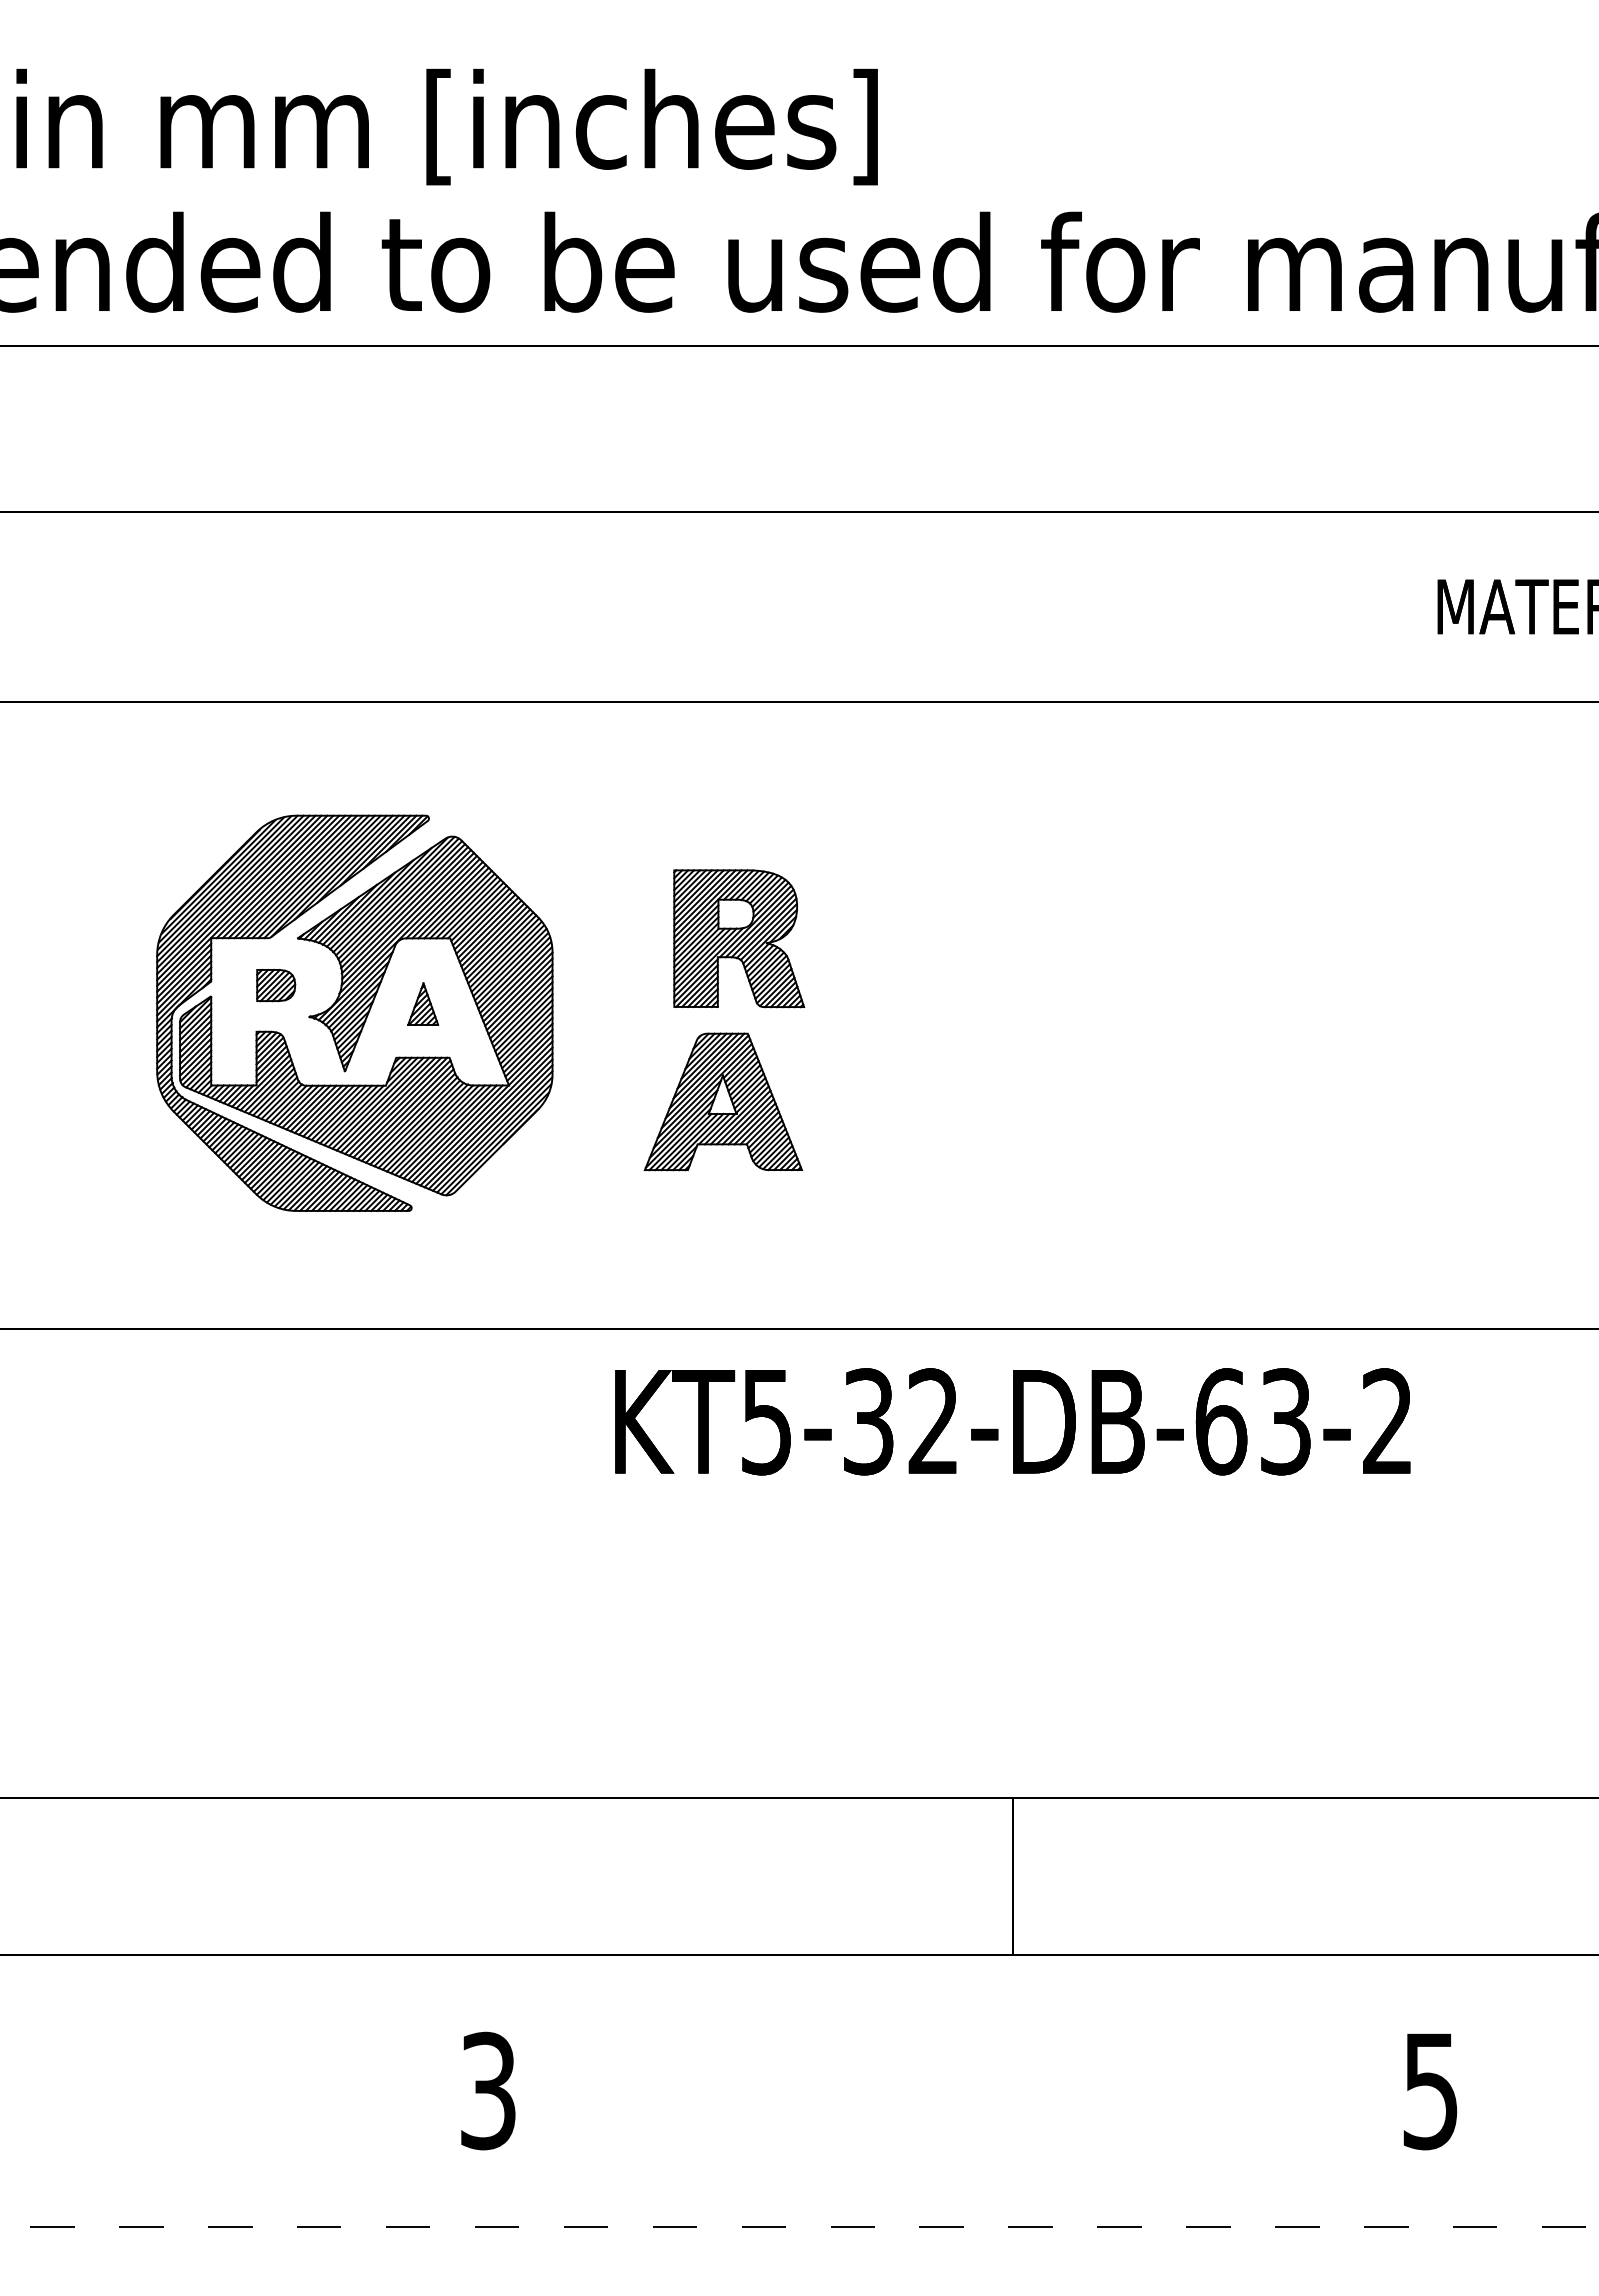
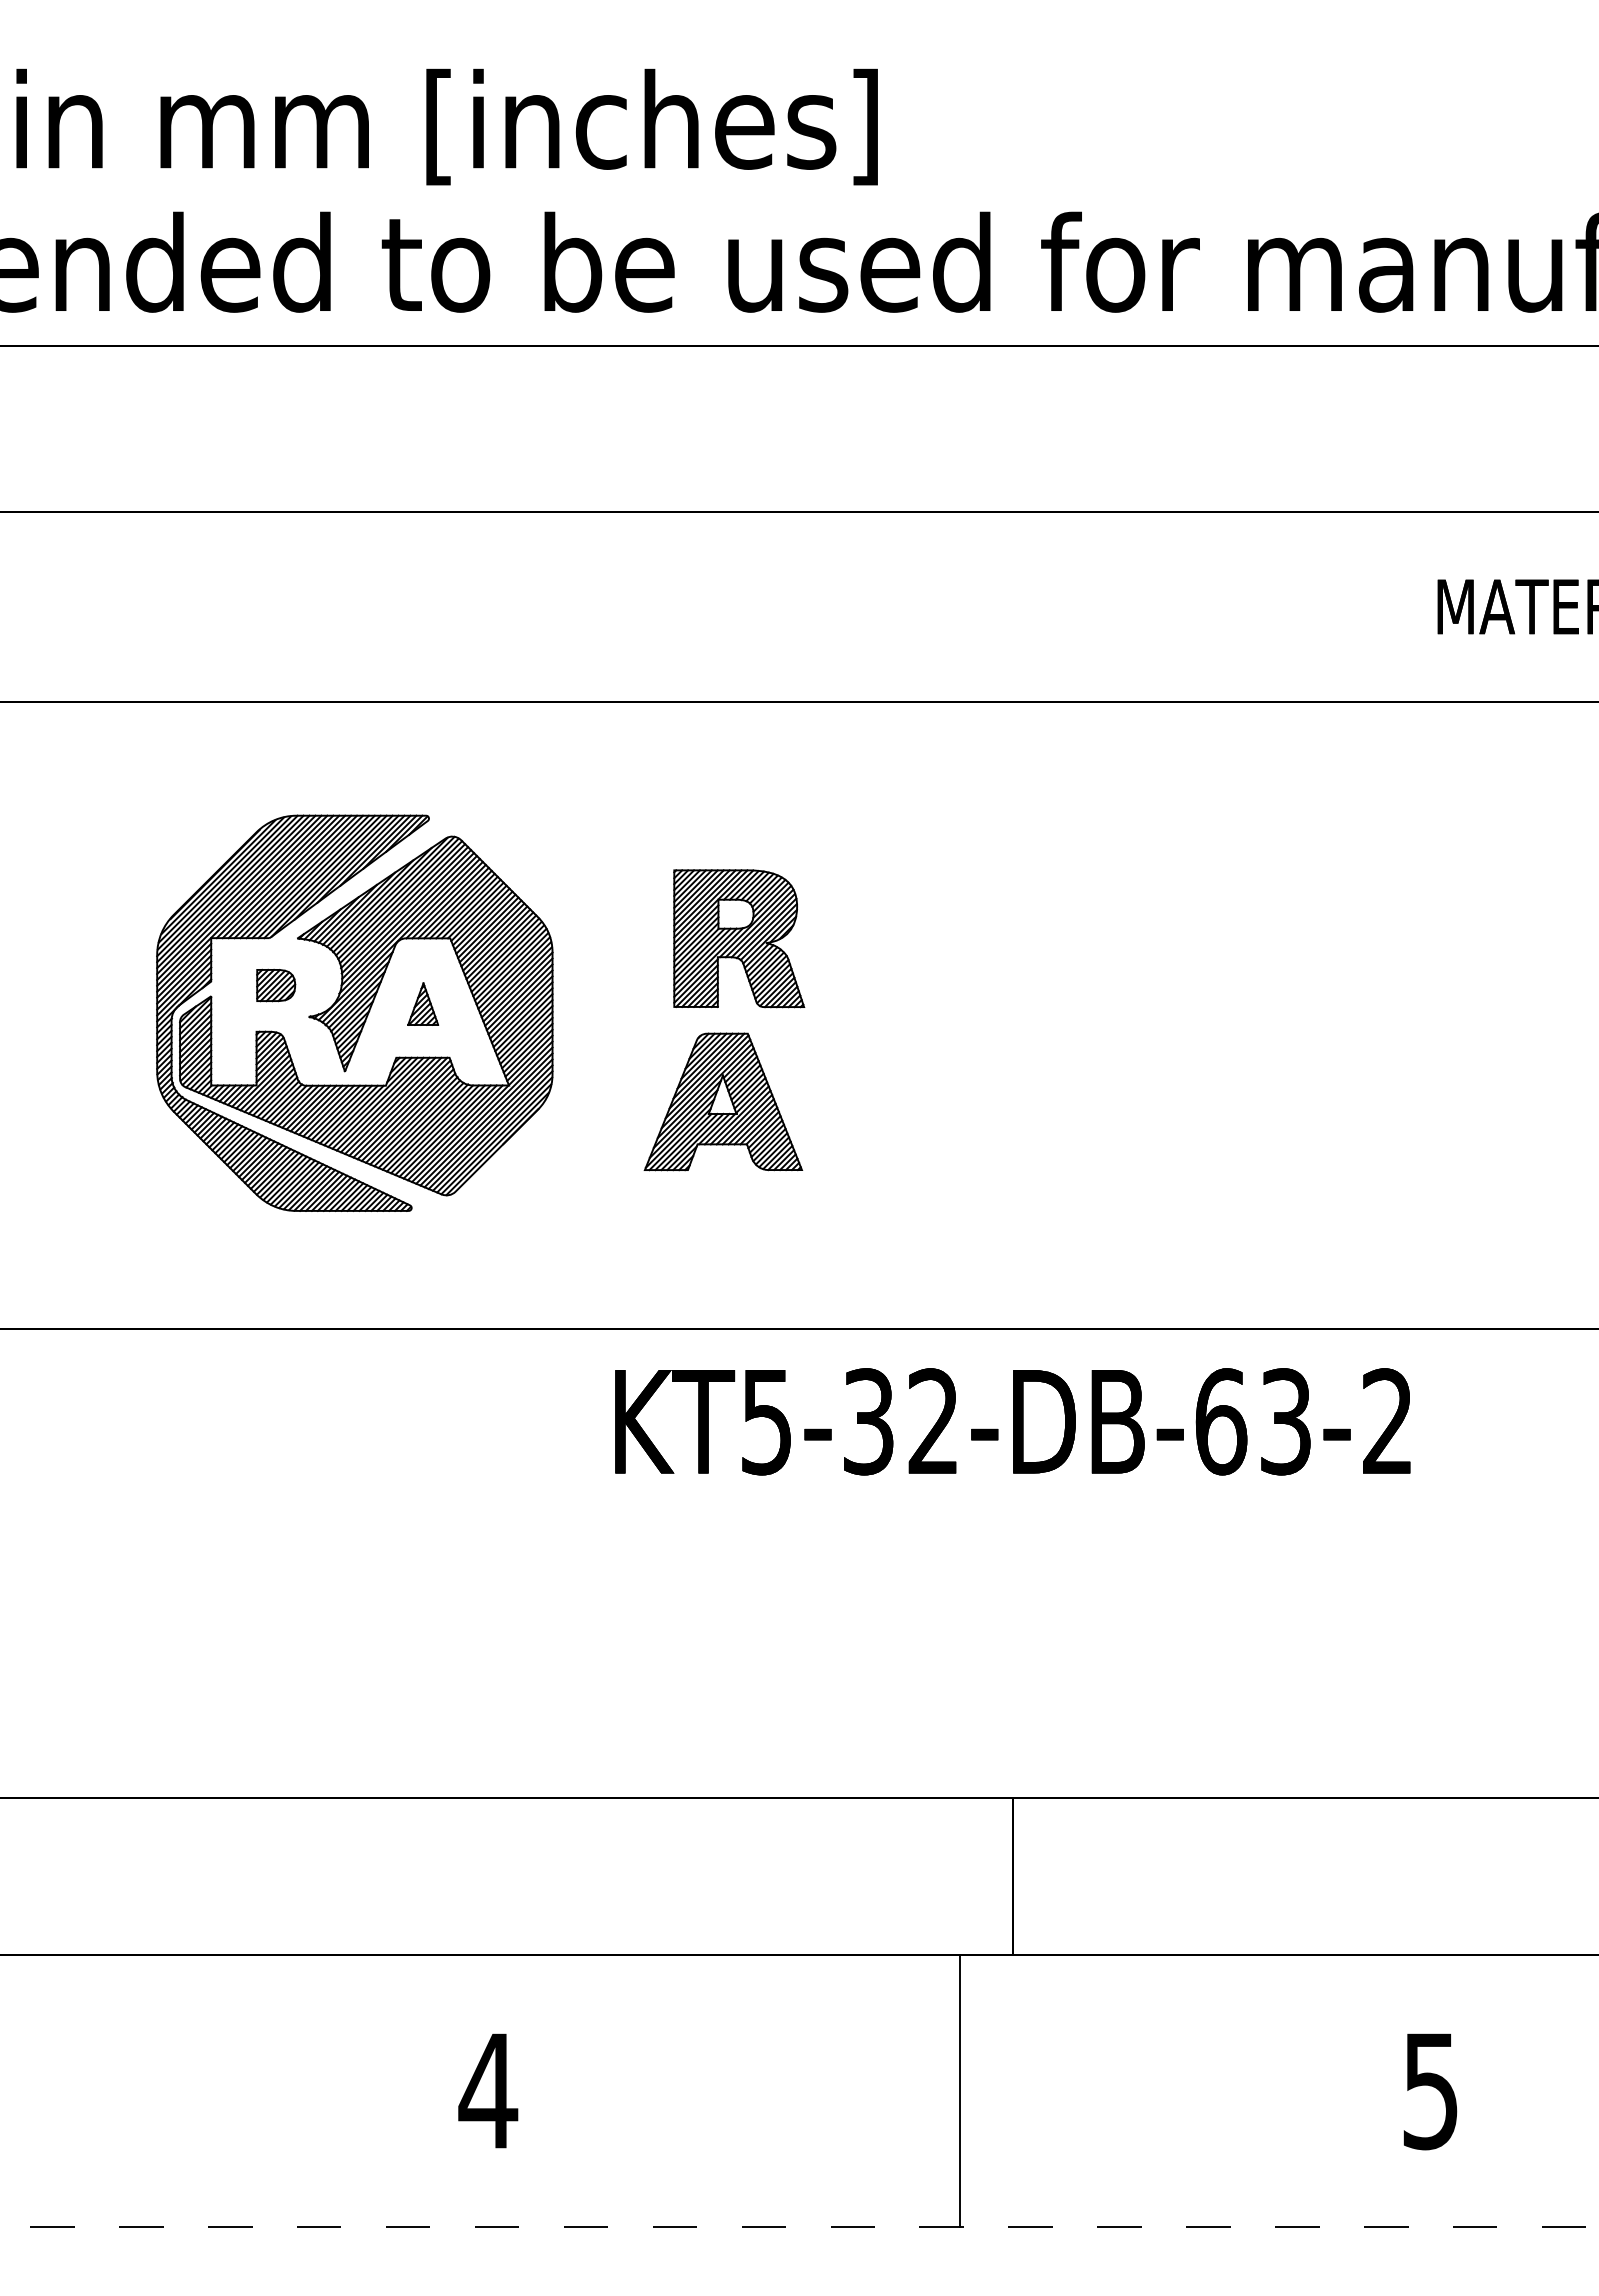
text at (488, 2090): 3 -> 4
line at (959, 2090): none -> present
